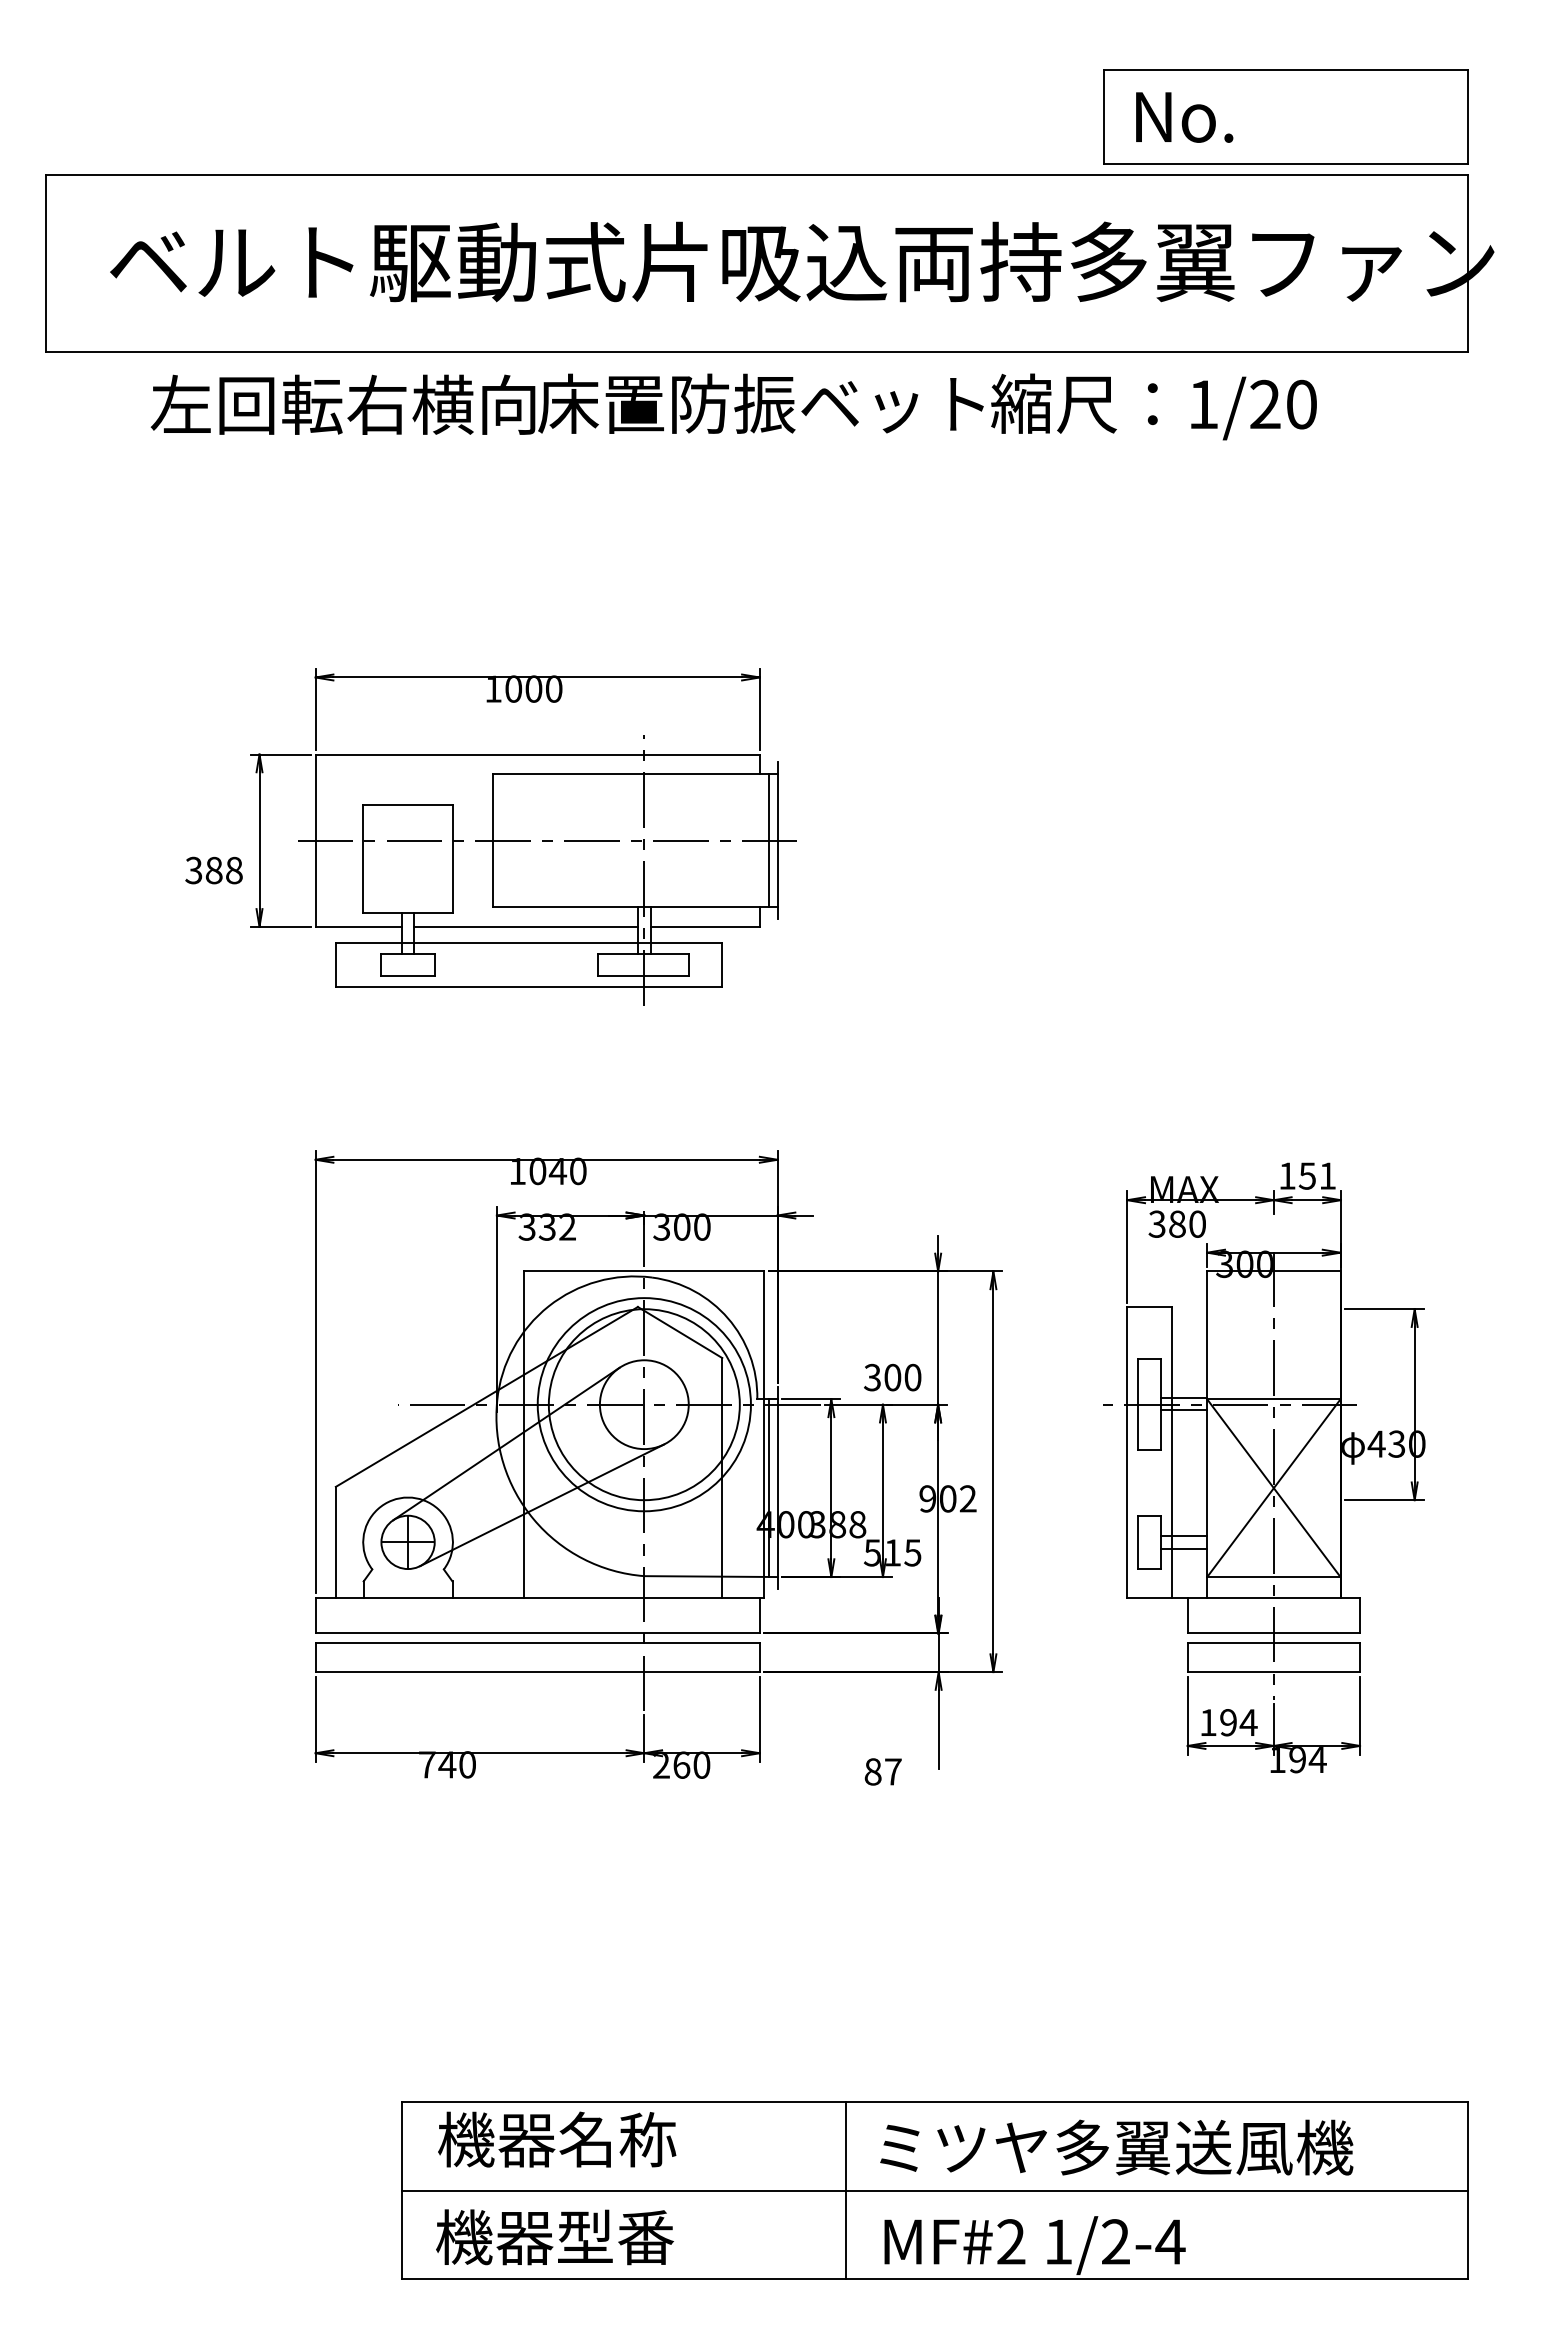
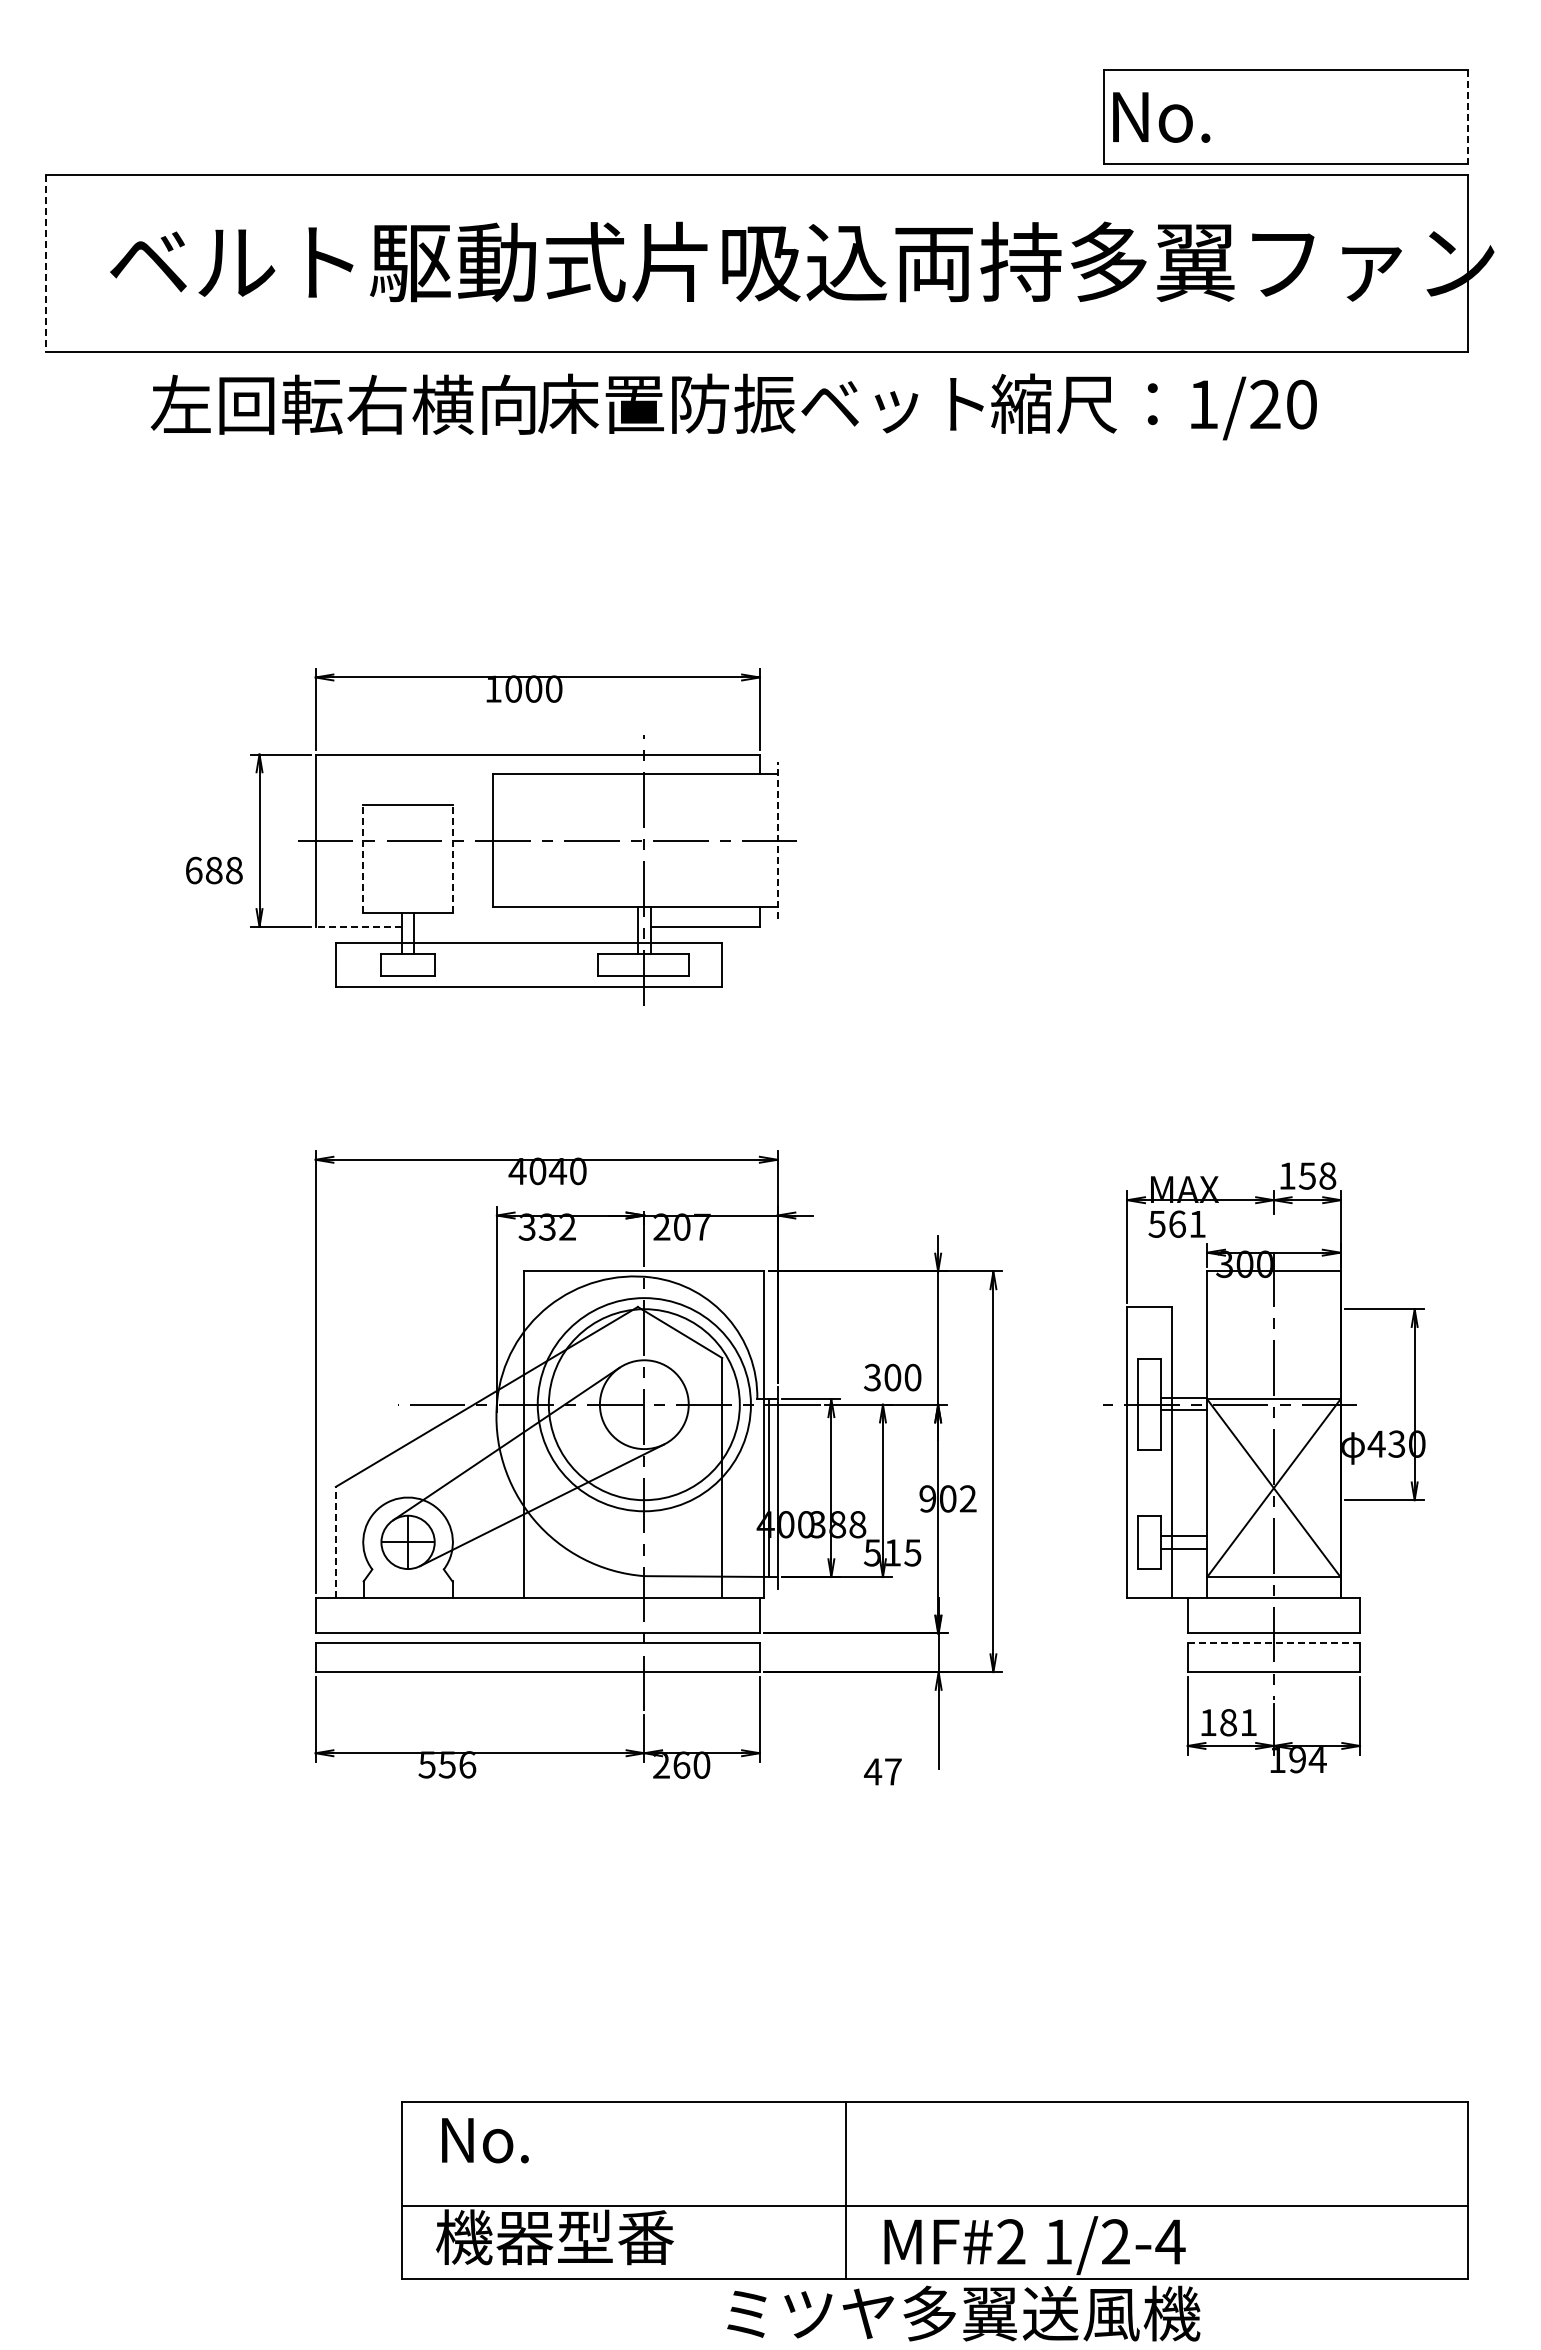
text at (1184, 117) position: (1184, 117) -> (1161, 117)
line at (1467, 117): solid -> dashed
line at (46, 263): solid -> dashed
line at (768, 840): present -> none
line at (777, 840): solid -> dashed
line at (363, 858): solid -> dashed
line at (452, 858): solid -> dashed
text at (193, 870): 388 -> 688
line at (358, 926): solid -> dashed
line at (526, 926): present -> none
text at (517, 1171): 1040 -> 4040
text at (1327, 1175): 151 -> 158
text at (1177, 1223): 380 -> 561
text at (681, 1226): 300 -> 207
line at (335, 1542): solid -> dashed
line at (1274, 1643): solid -> dashed
text at (1238, 1722): 194 -> 181
text at (447, 1764): 740 -> 556
text at (872, 1771): 87 -> 47
text at (557, 2139): 機器名称 -> No.
text at (1116, 2147) position: (1116, 2147) -> (963, 2313)
line at (934, 2190) position: (934, 2190) -> (934, 2205)
